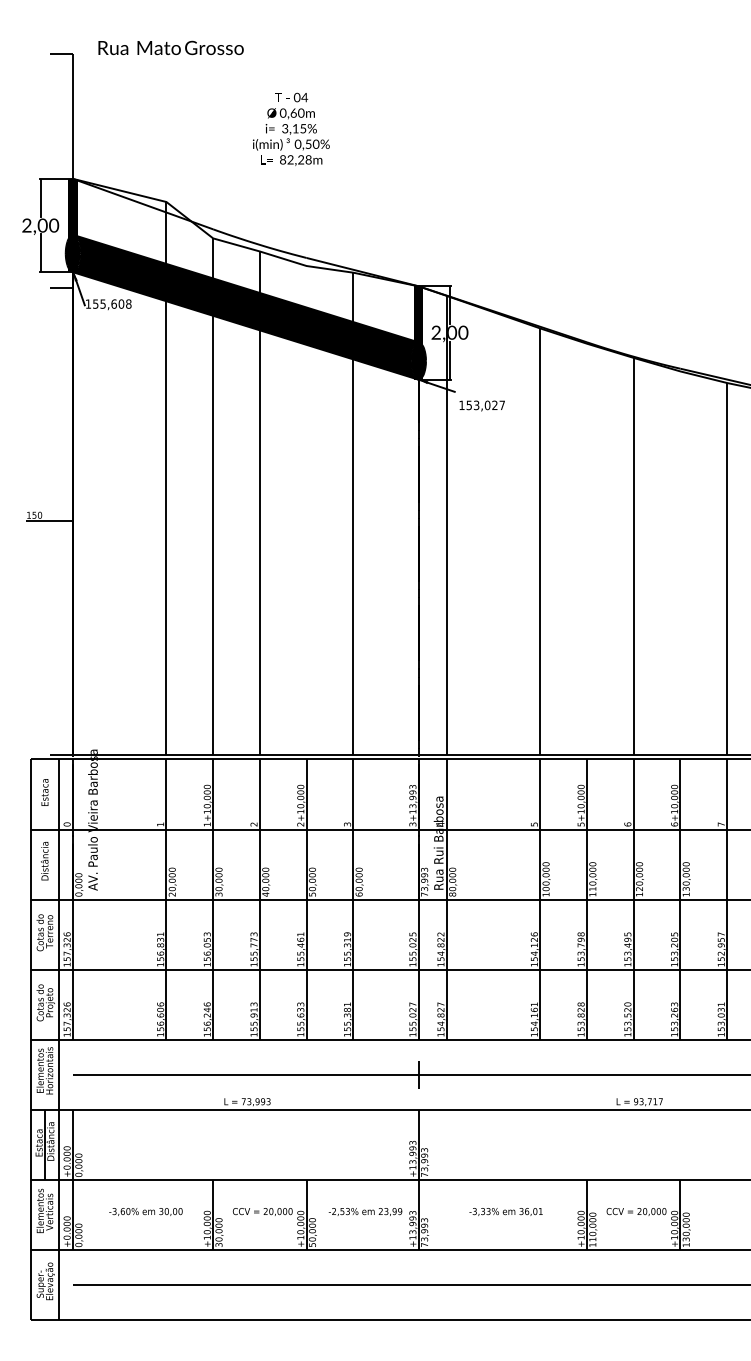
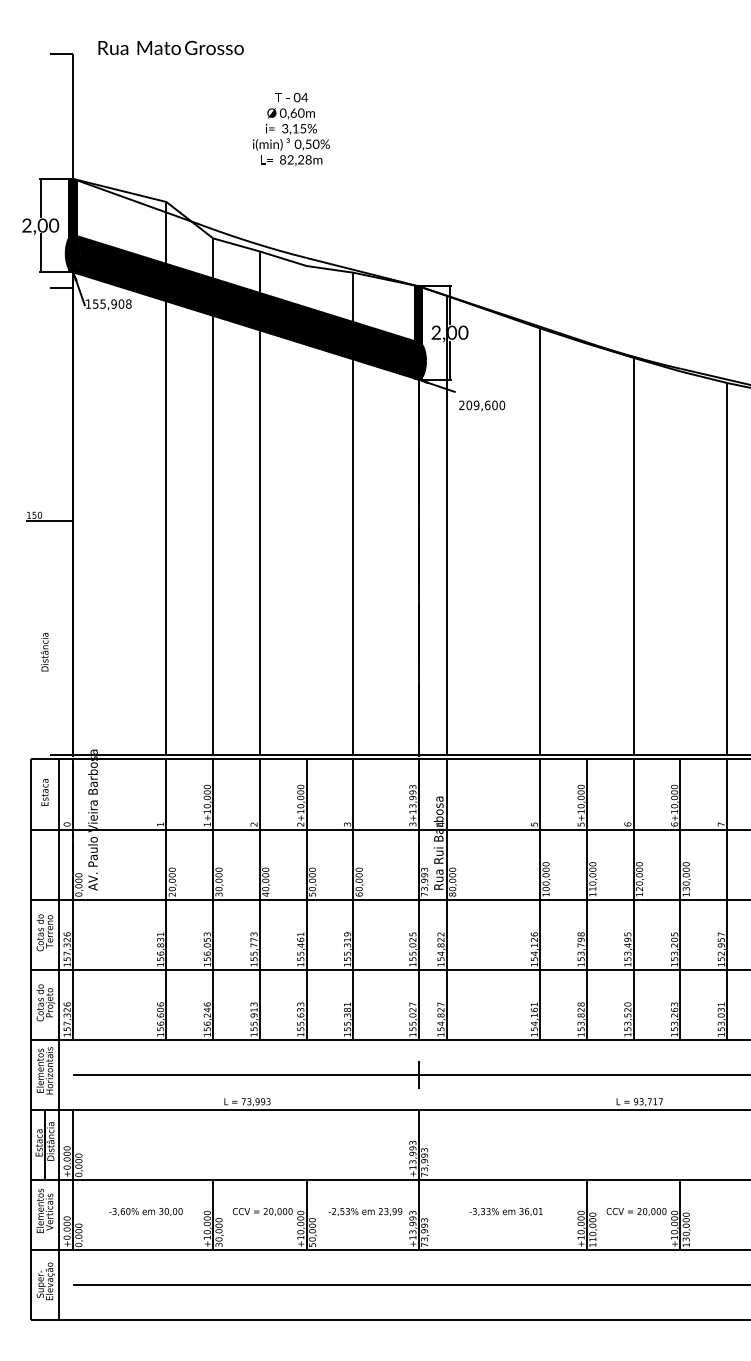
text at (113, 303): 155,608 -> 155,908
text at (482, 405): 153,027 -> 209,600
text at (44, 861) position: (44, 861) -> (44, 652)
